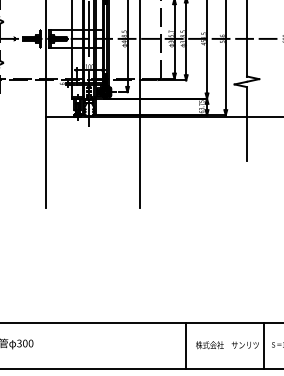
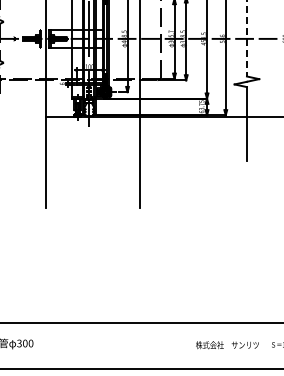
line at (246, 38): solid -> dashed
line at (185, 346): present -> none
line at (264, 346): present -> none
